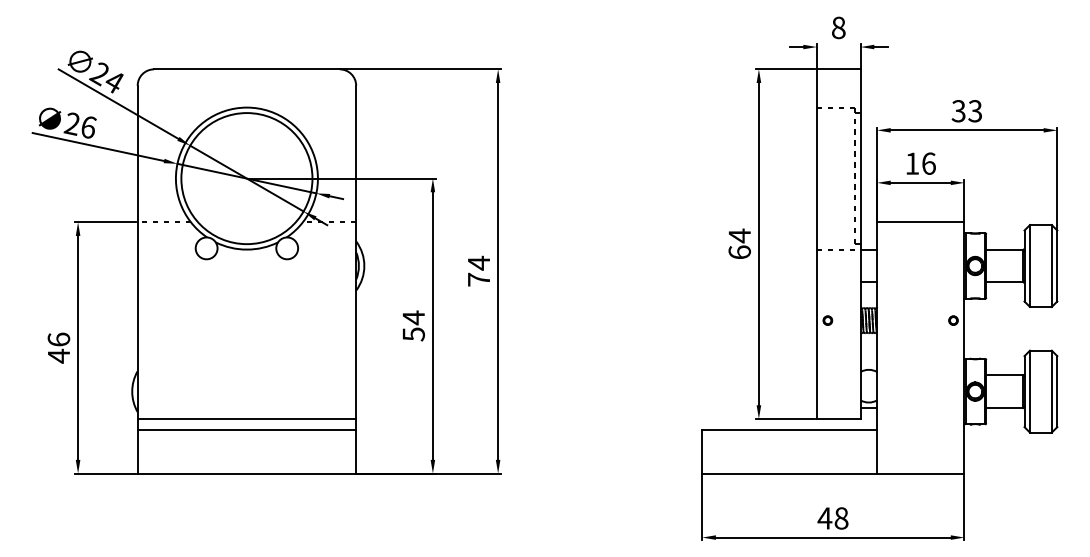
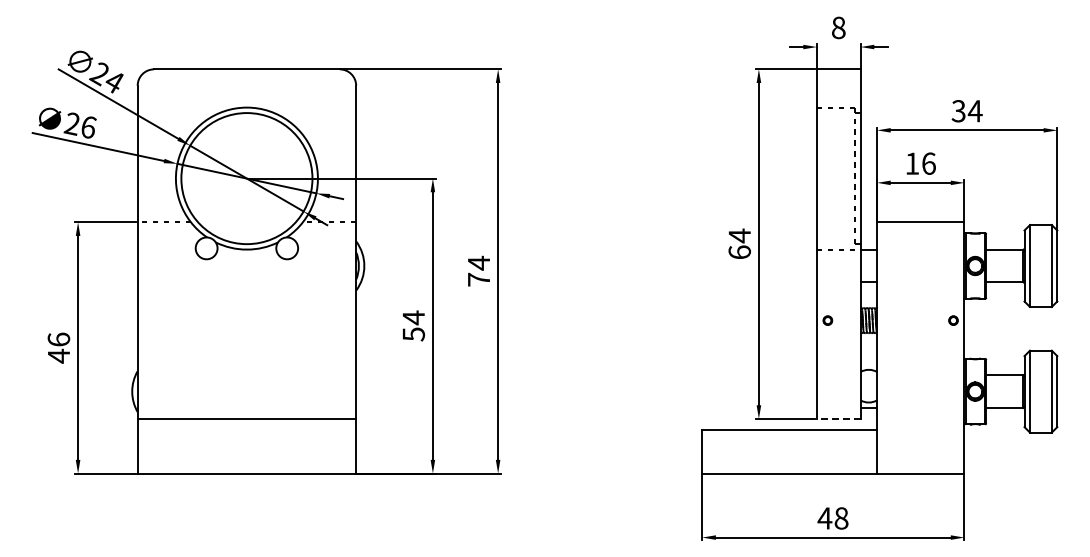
text at (974, 111): 33 -> 34
line at (838, 418): solid -> dashed
line at (246, 429): present -> none
